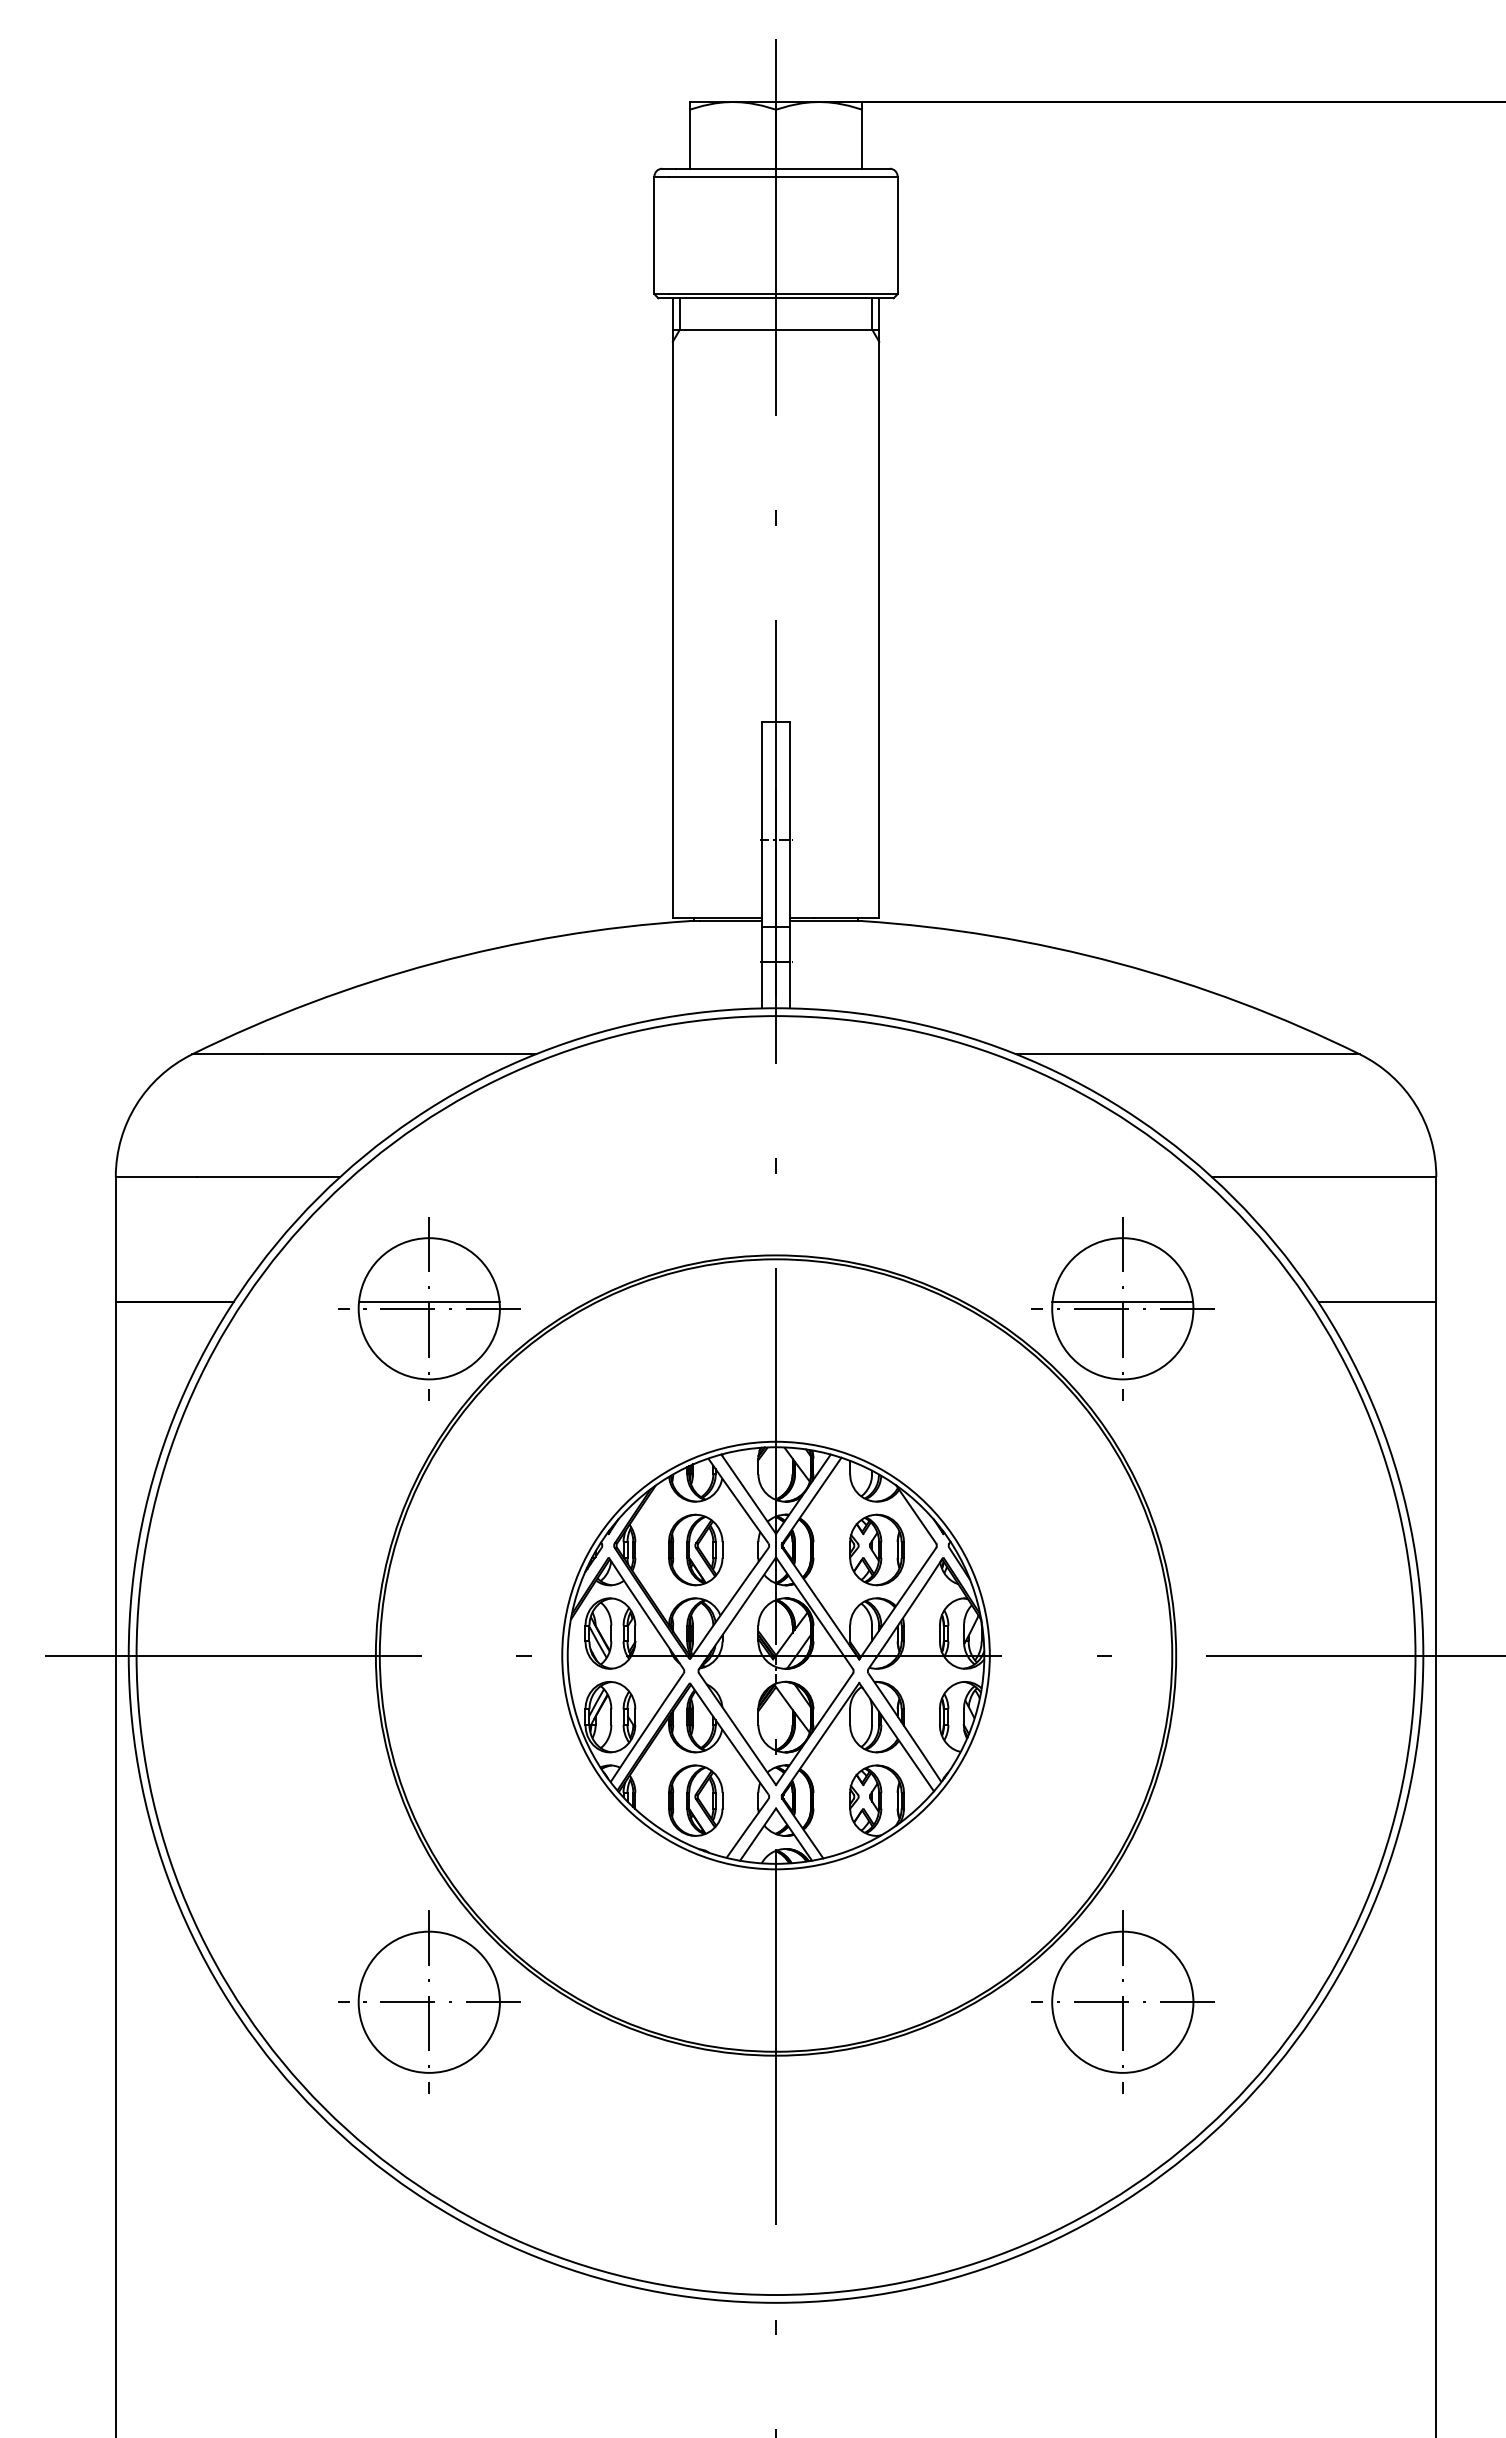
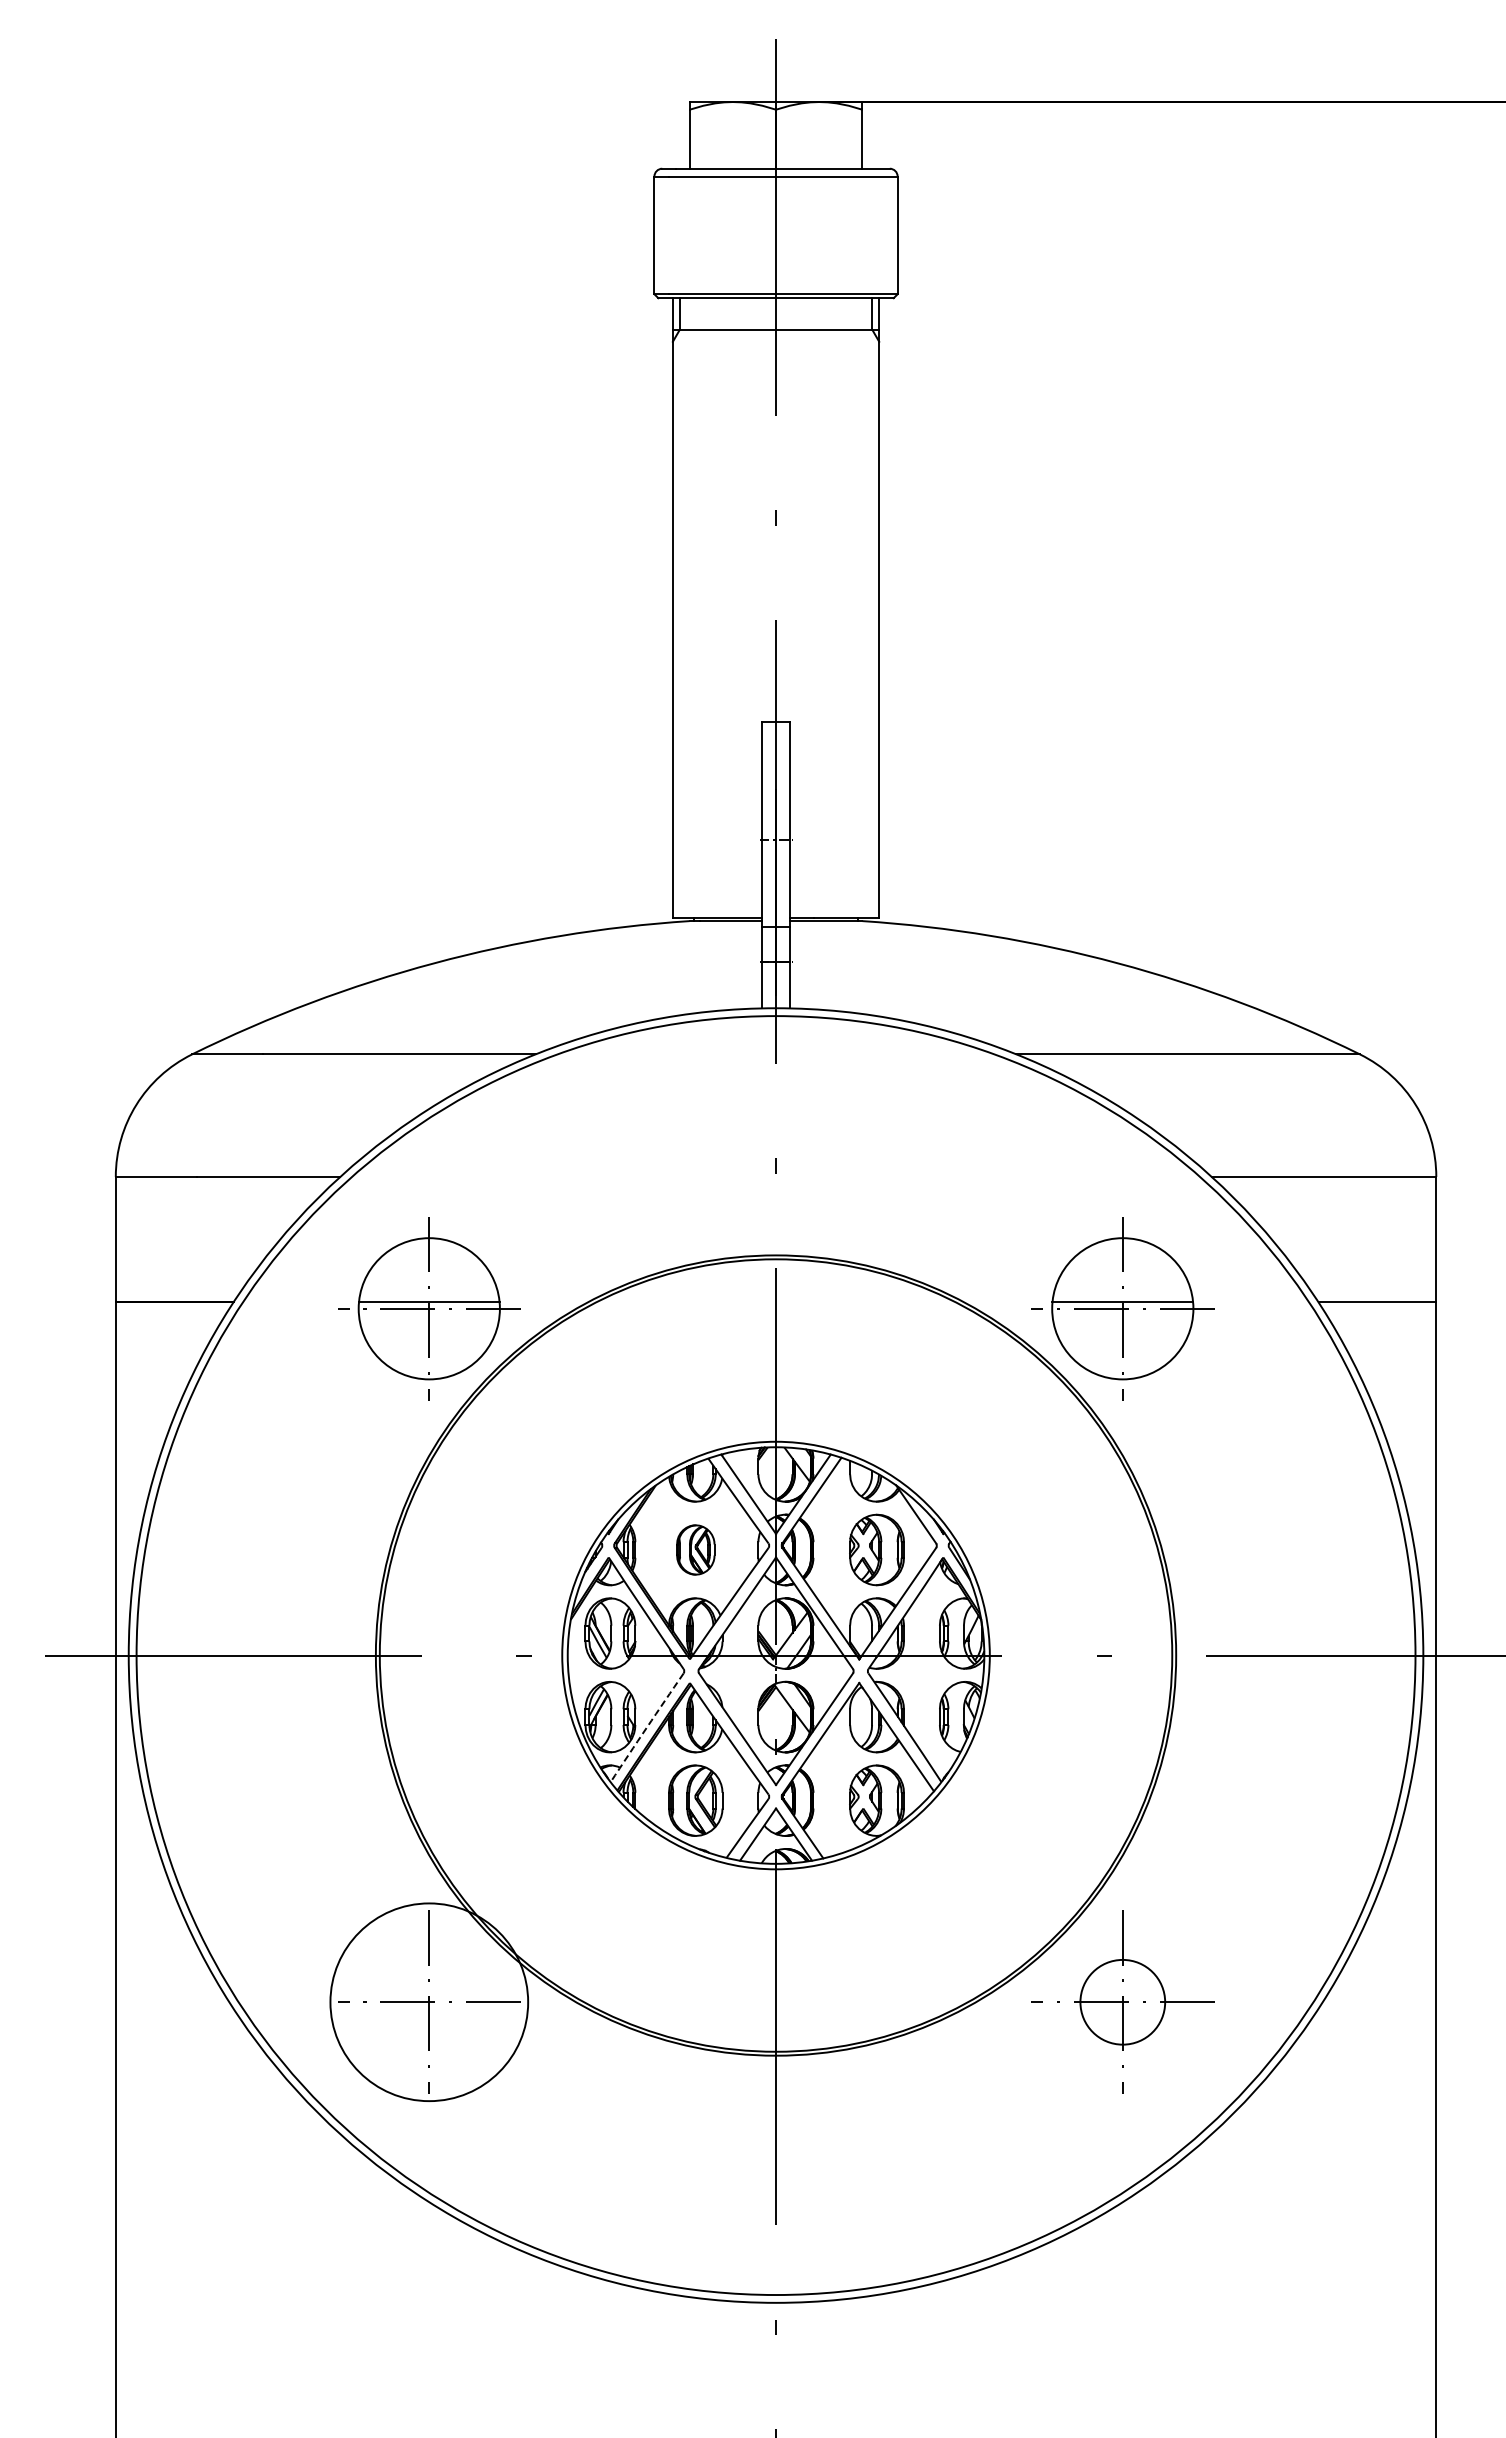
part at (695, 1549) size: 56x74 px -> 40x52 px
arc at (646, 1727): solid -> dashed
circle at (428, 2001) diameter: 141 px -> 198 px
circle at (1122, 2001) diameter: 141 px -> 85 px
